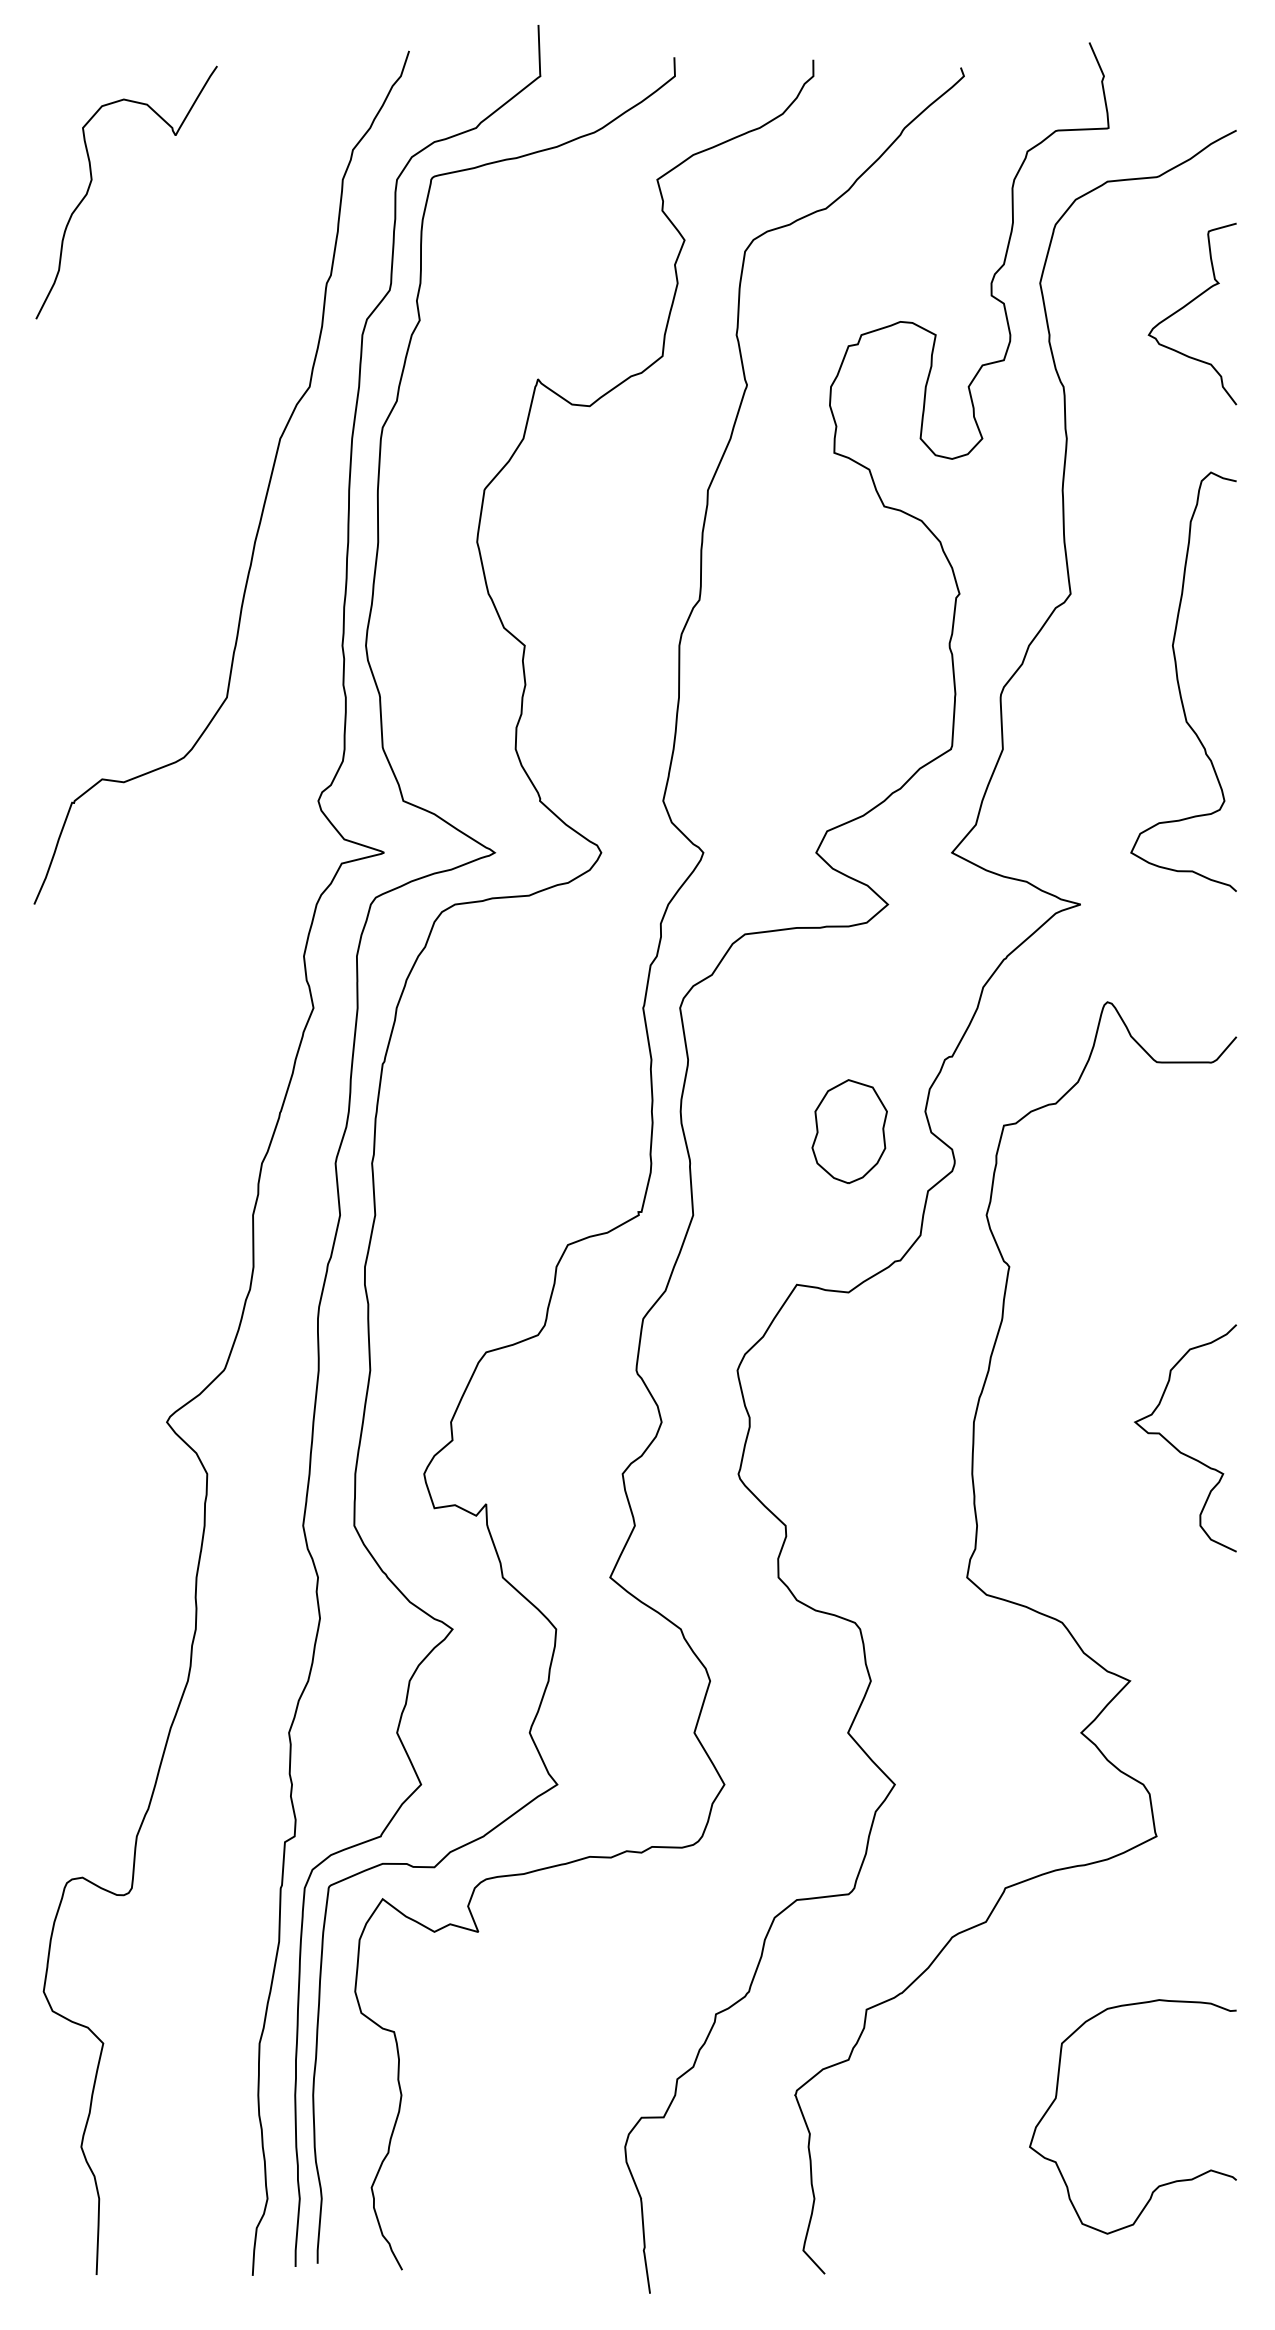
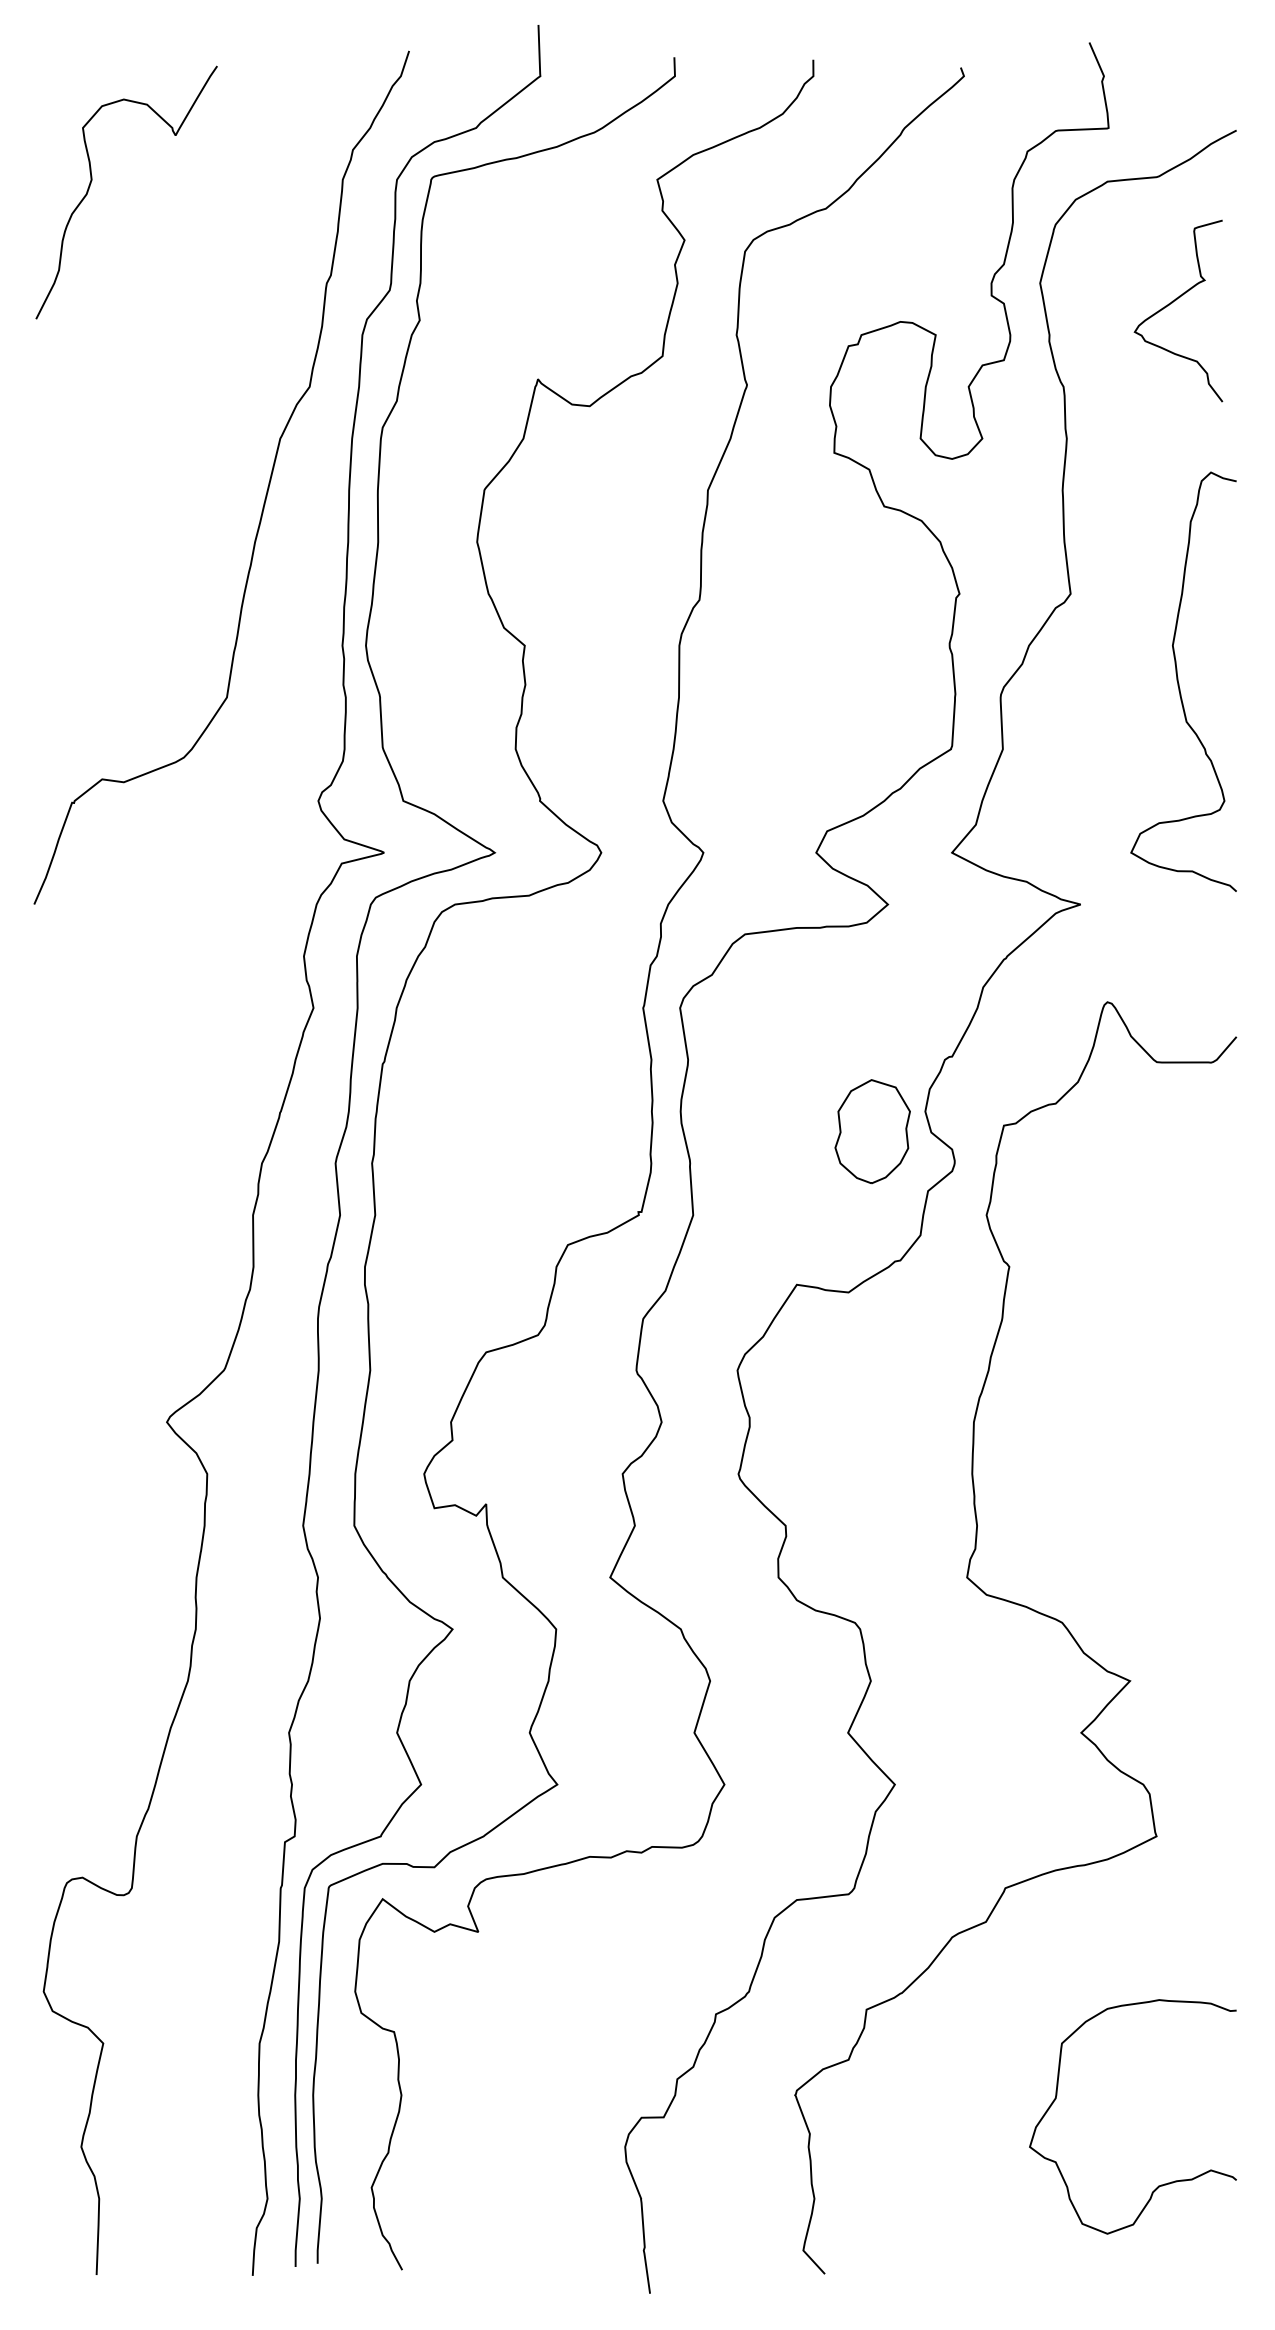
curve at (1186, 306) position: (1186, 306) -> (1172, 303)
part at (849, 1131) position: (849, 1131) -> (872, 1131)
curve at (1176, 1447): present -> none
